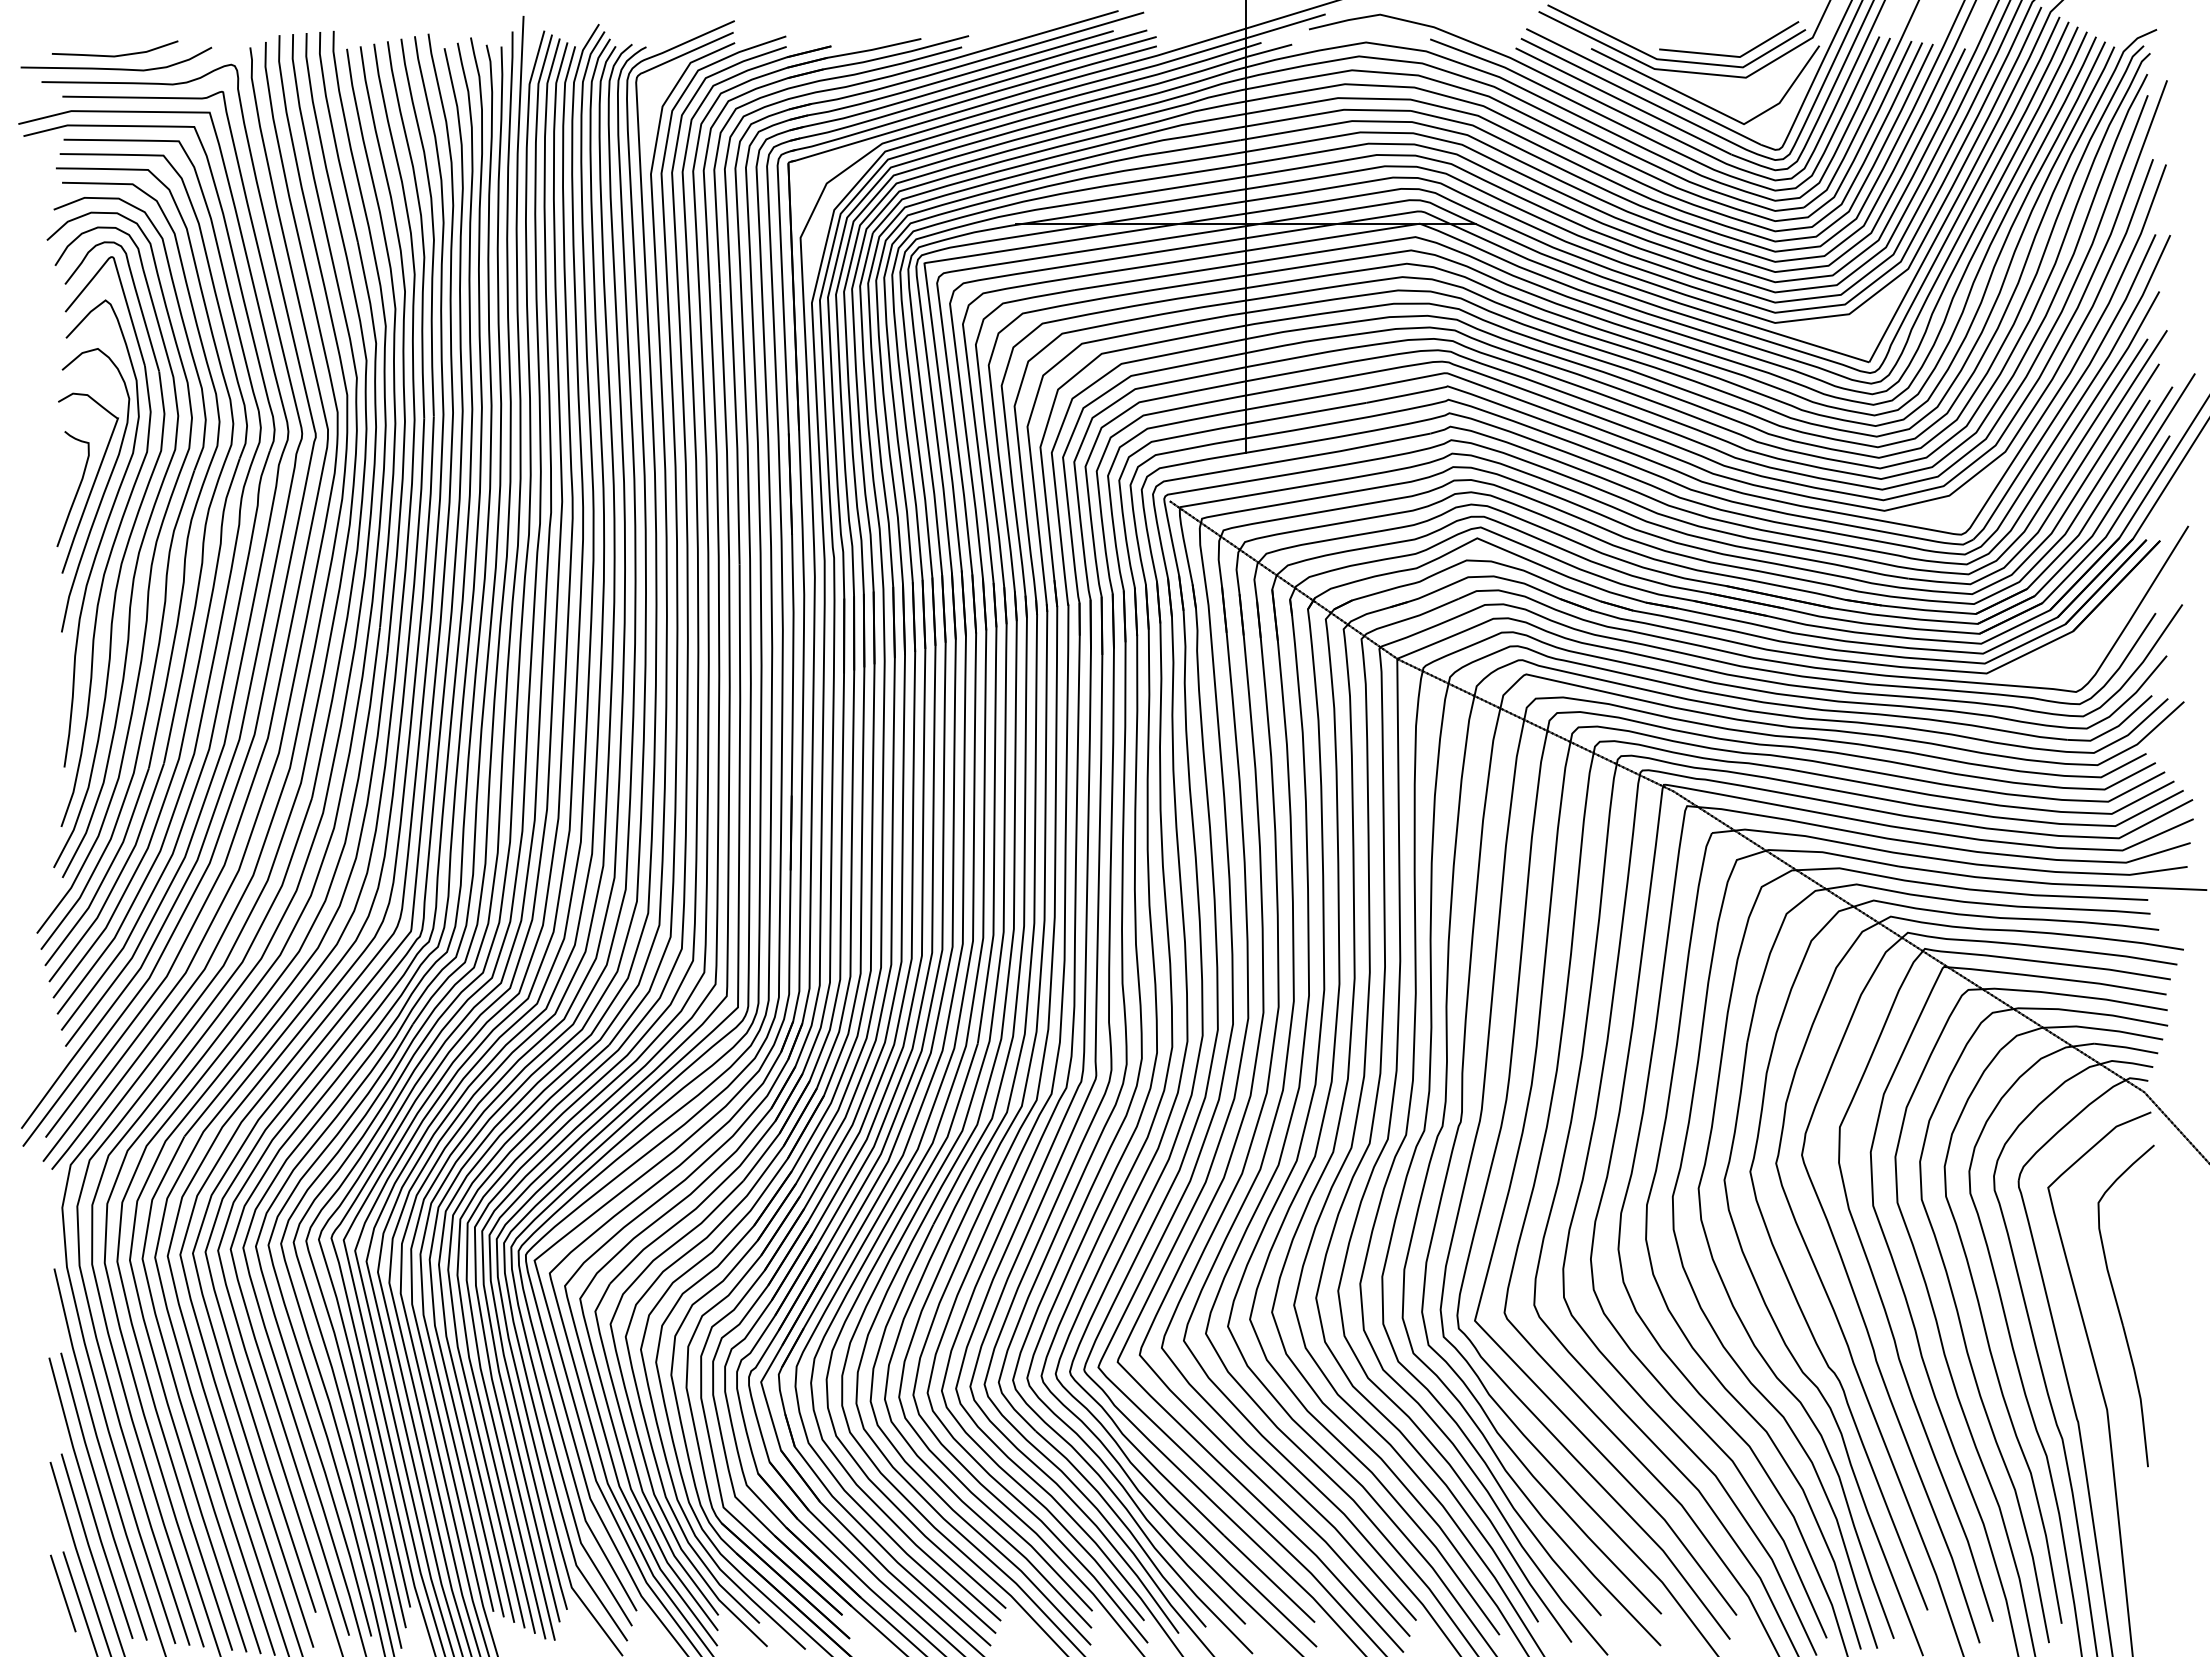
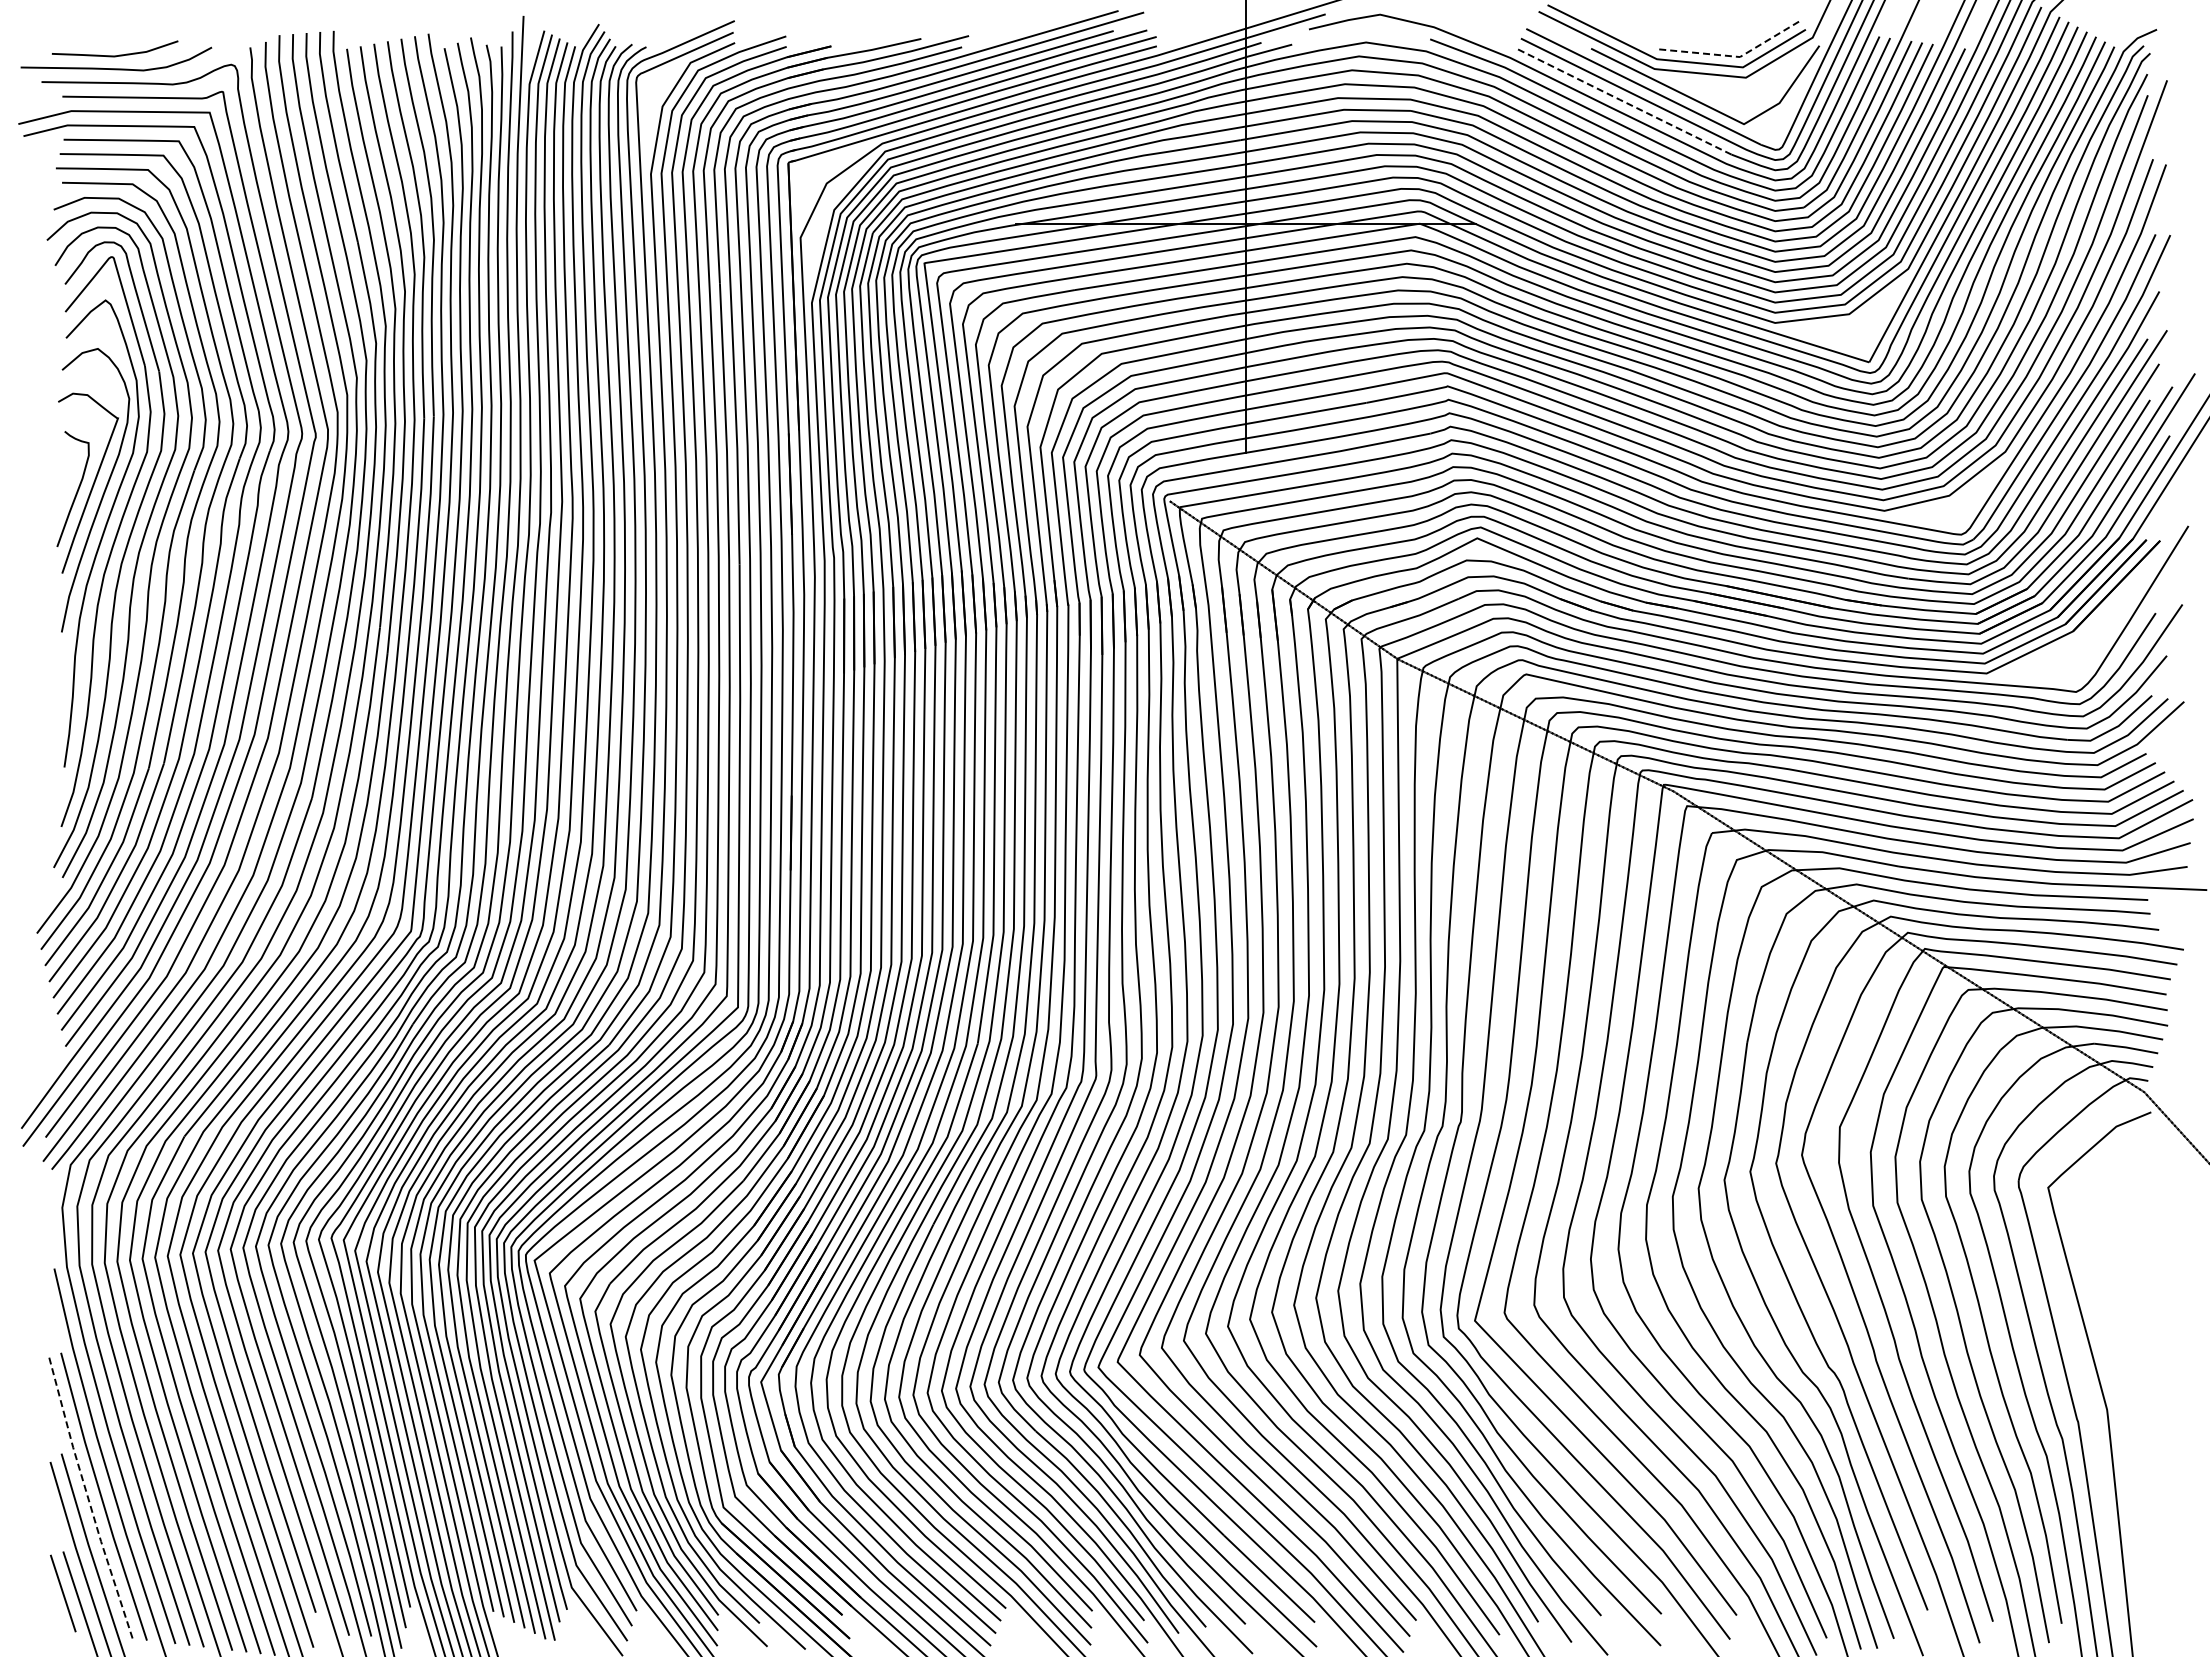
line at (1734, 56): solid -> dashed
line at (1622, 101): solid -> dashed
part at (2119, 1308): present -> none
line at (88, 1499): solid -> dashed
